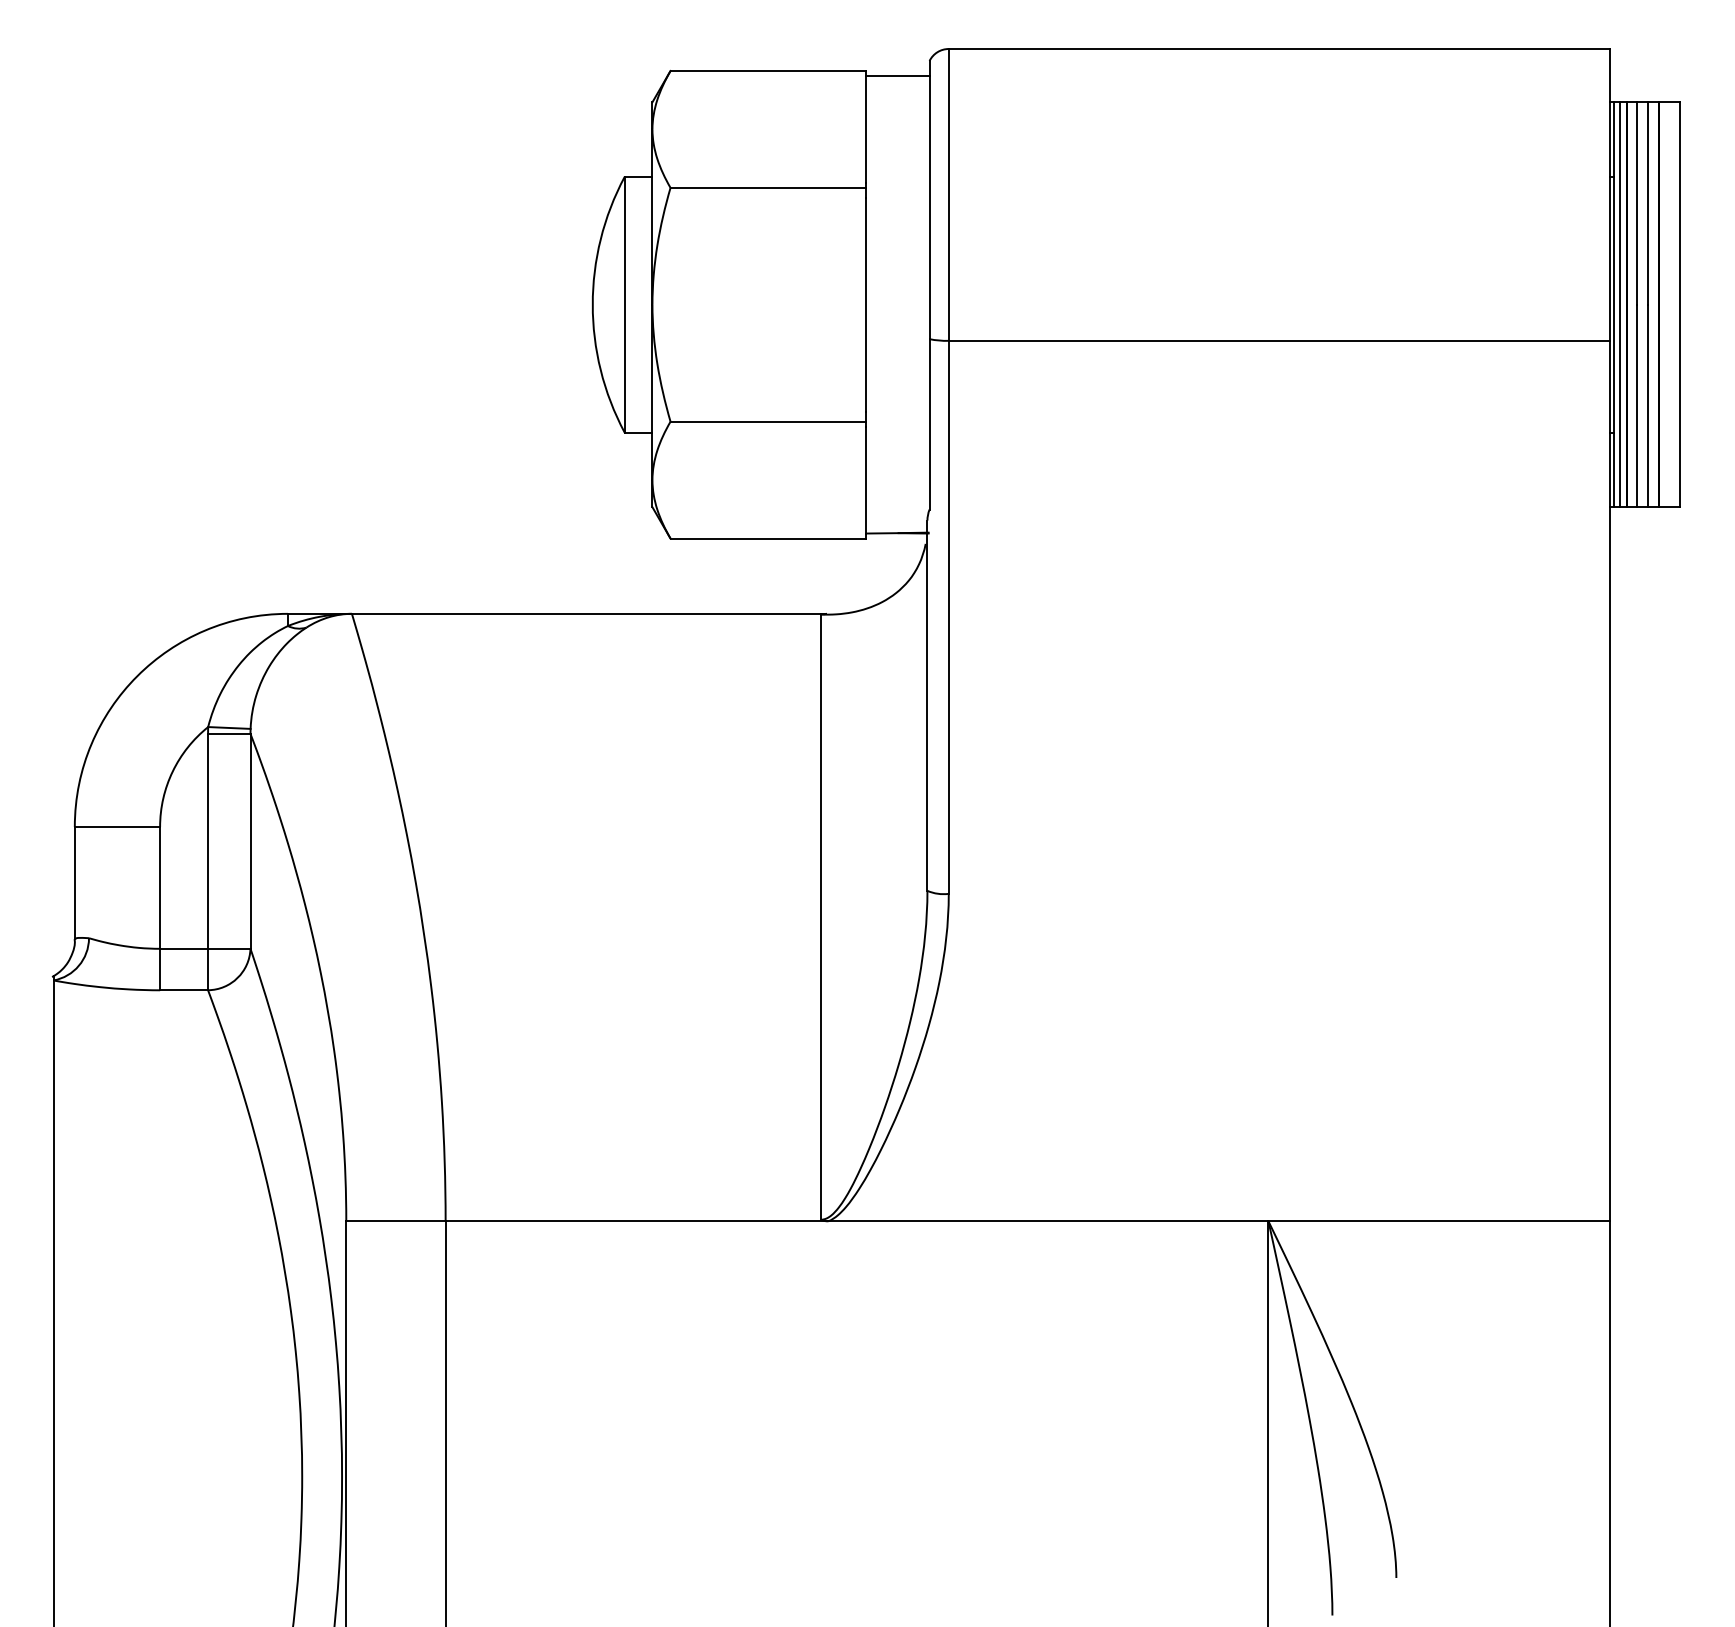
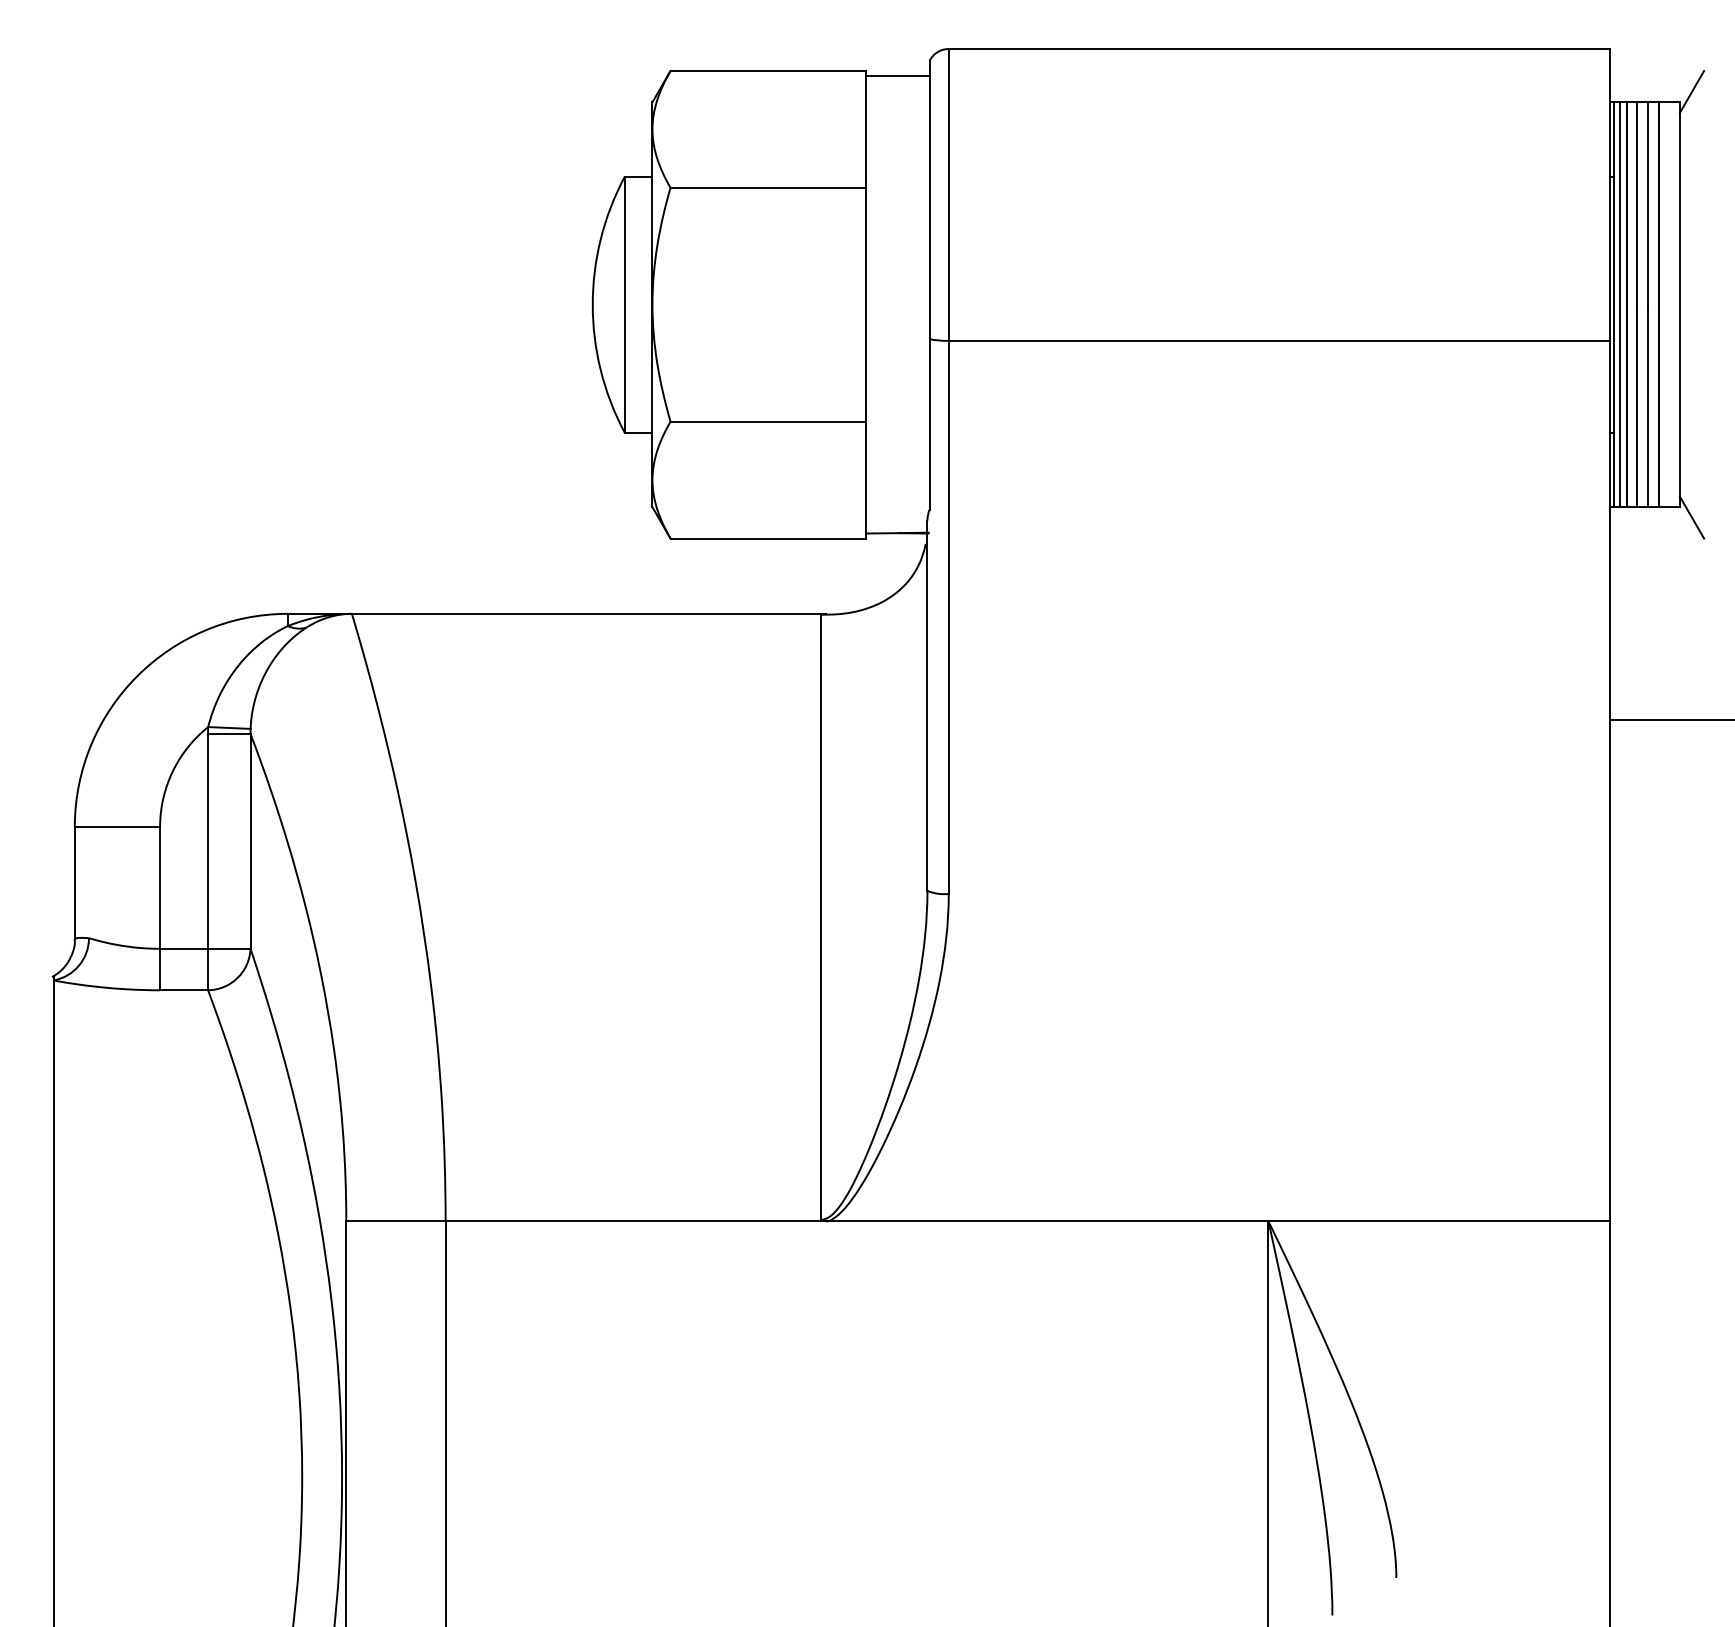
line at (1691, 91): none -> present
line at (1691, 517): none -> present
line at (1670, 720): none -> present
